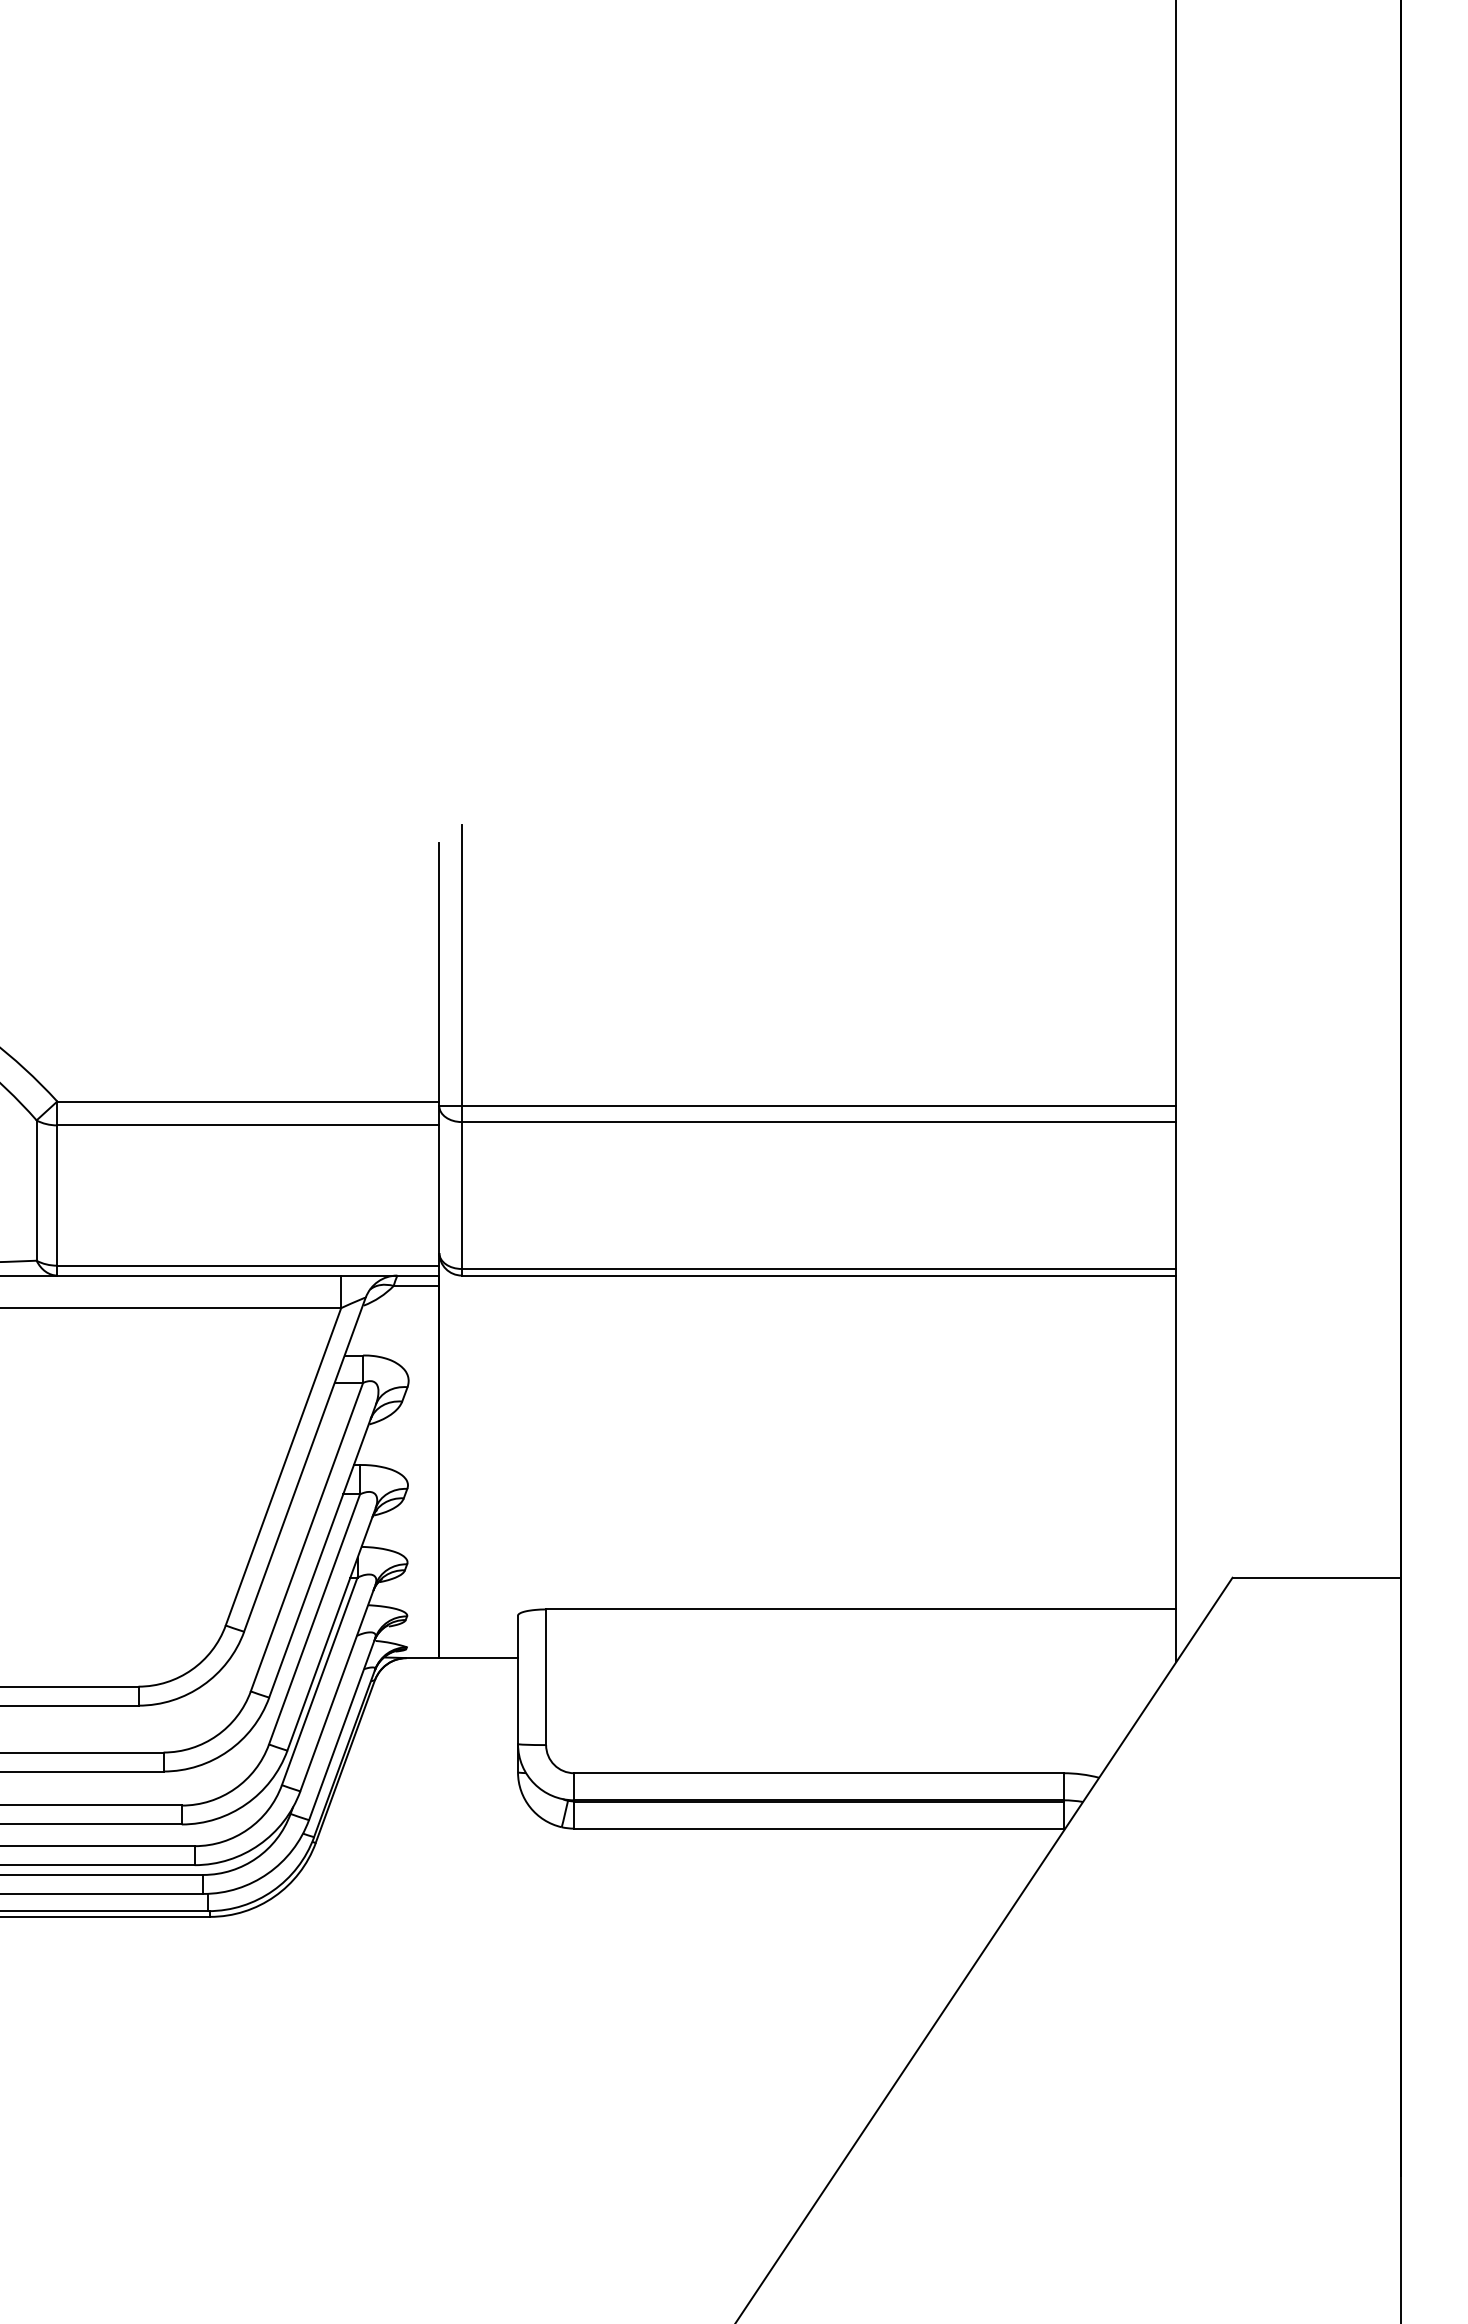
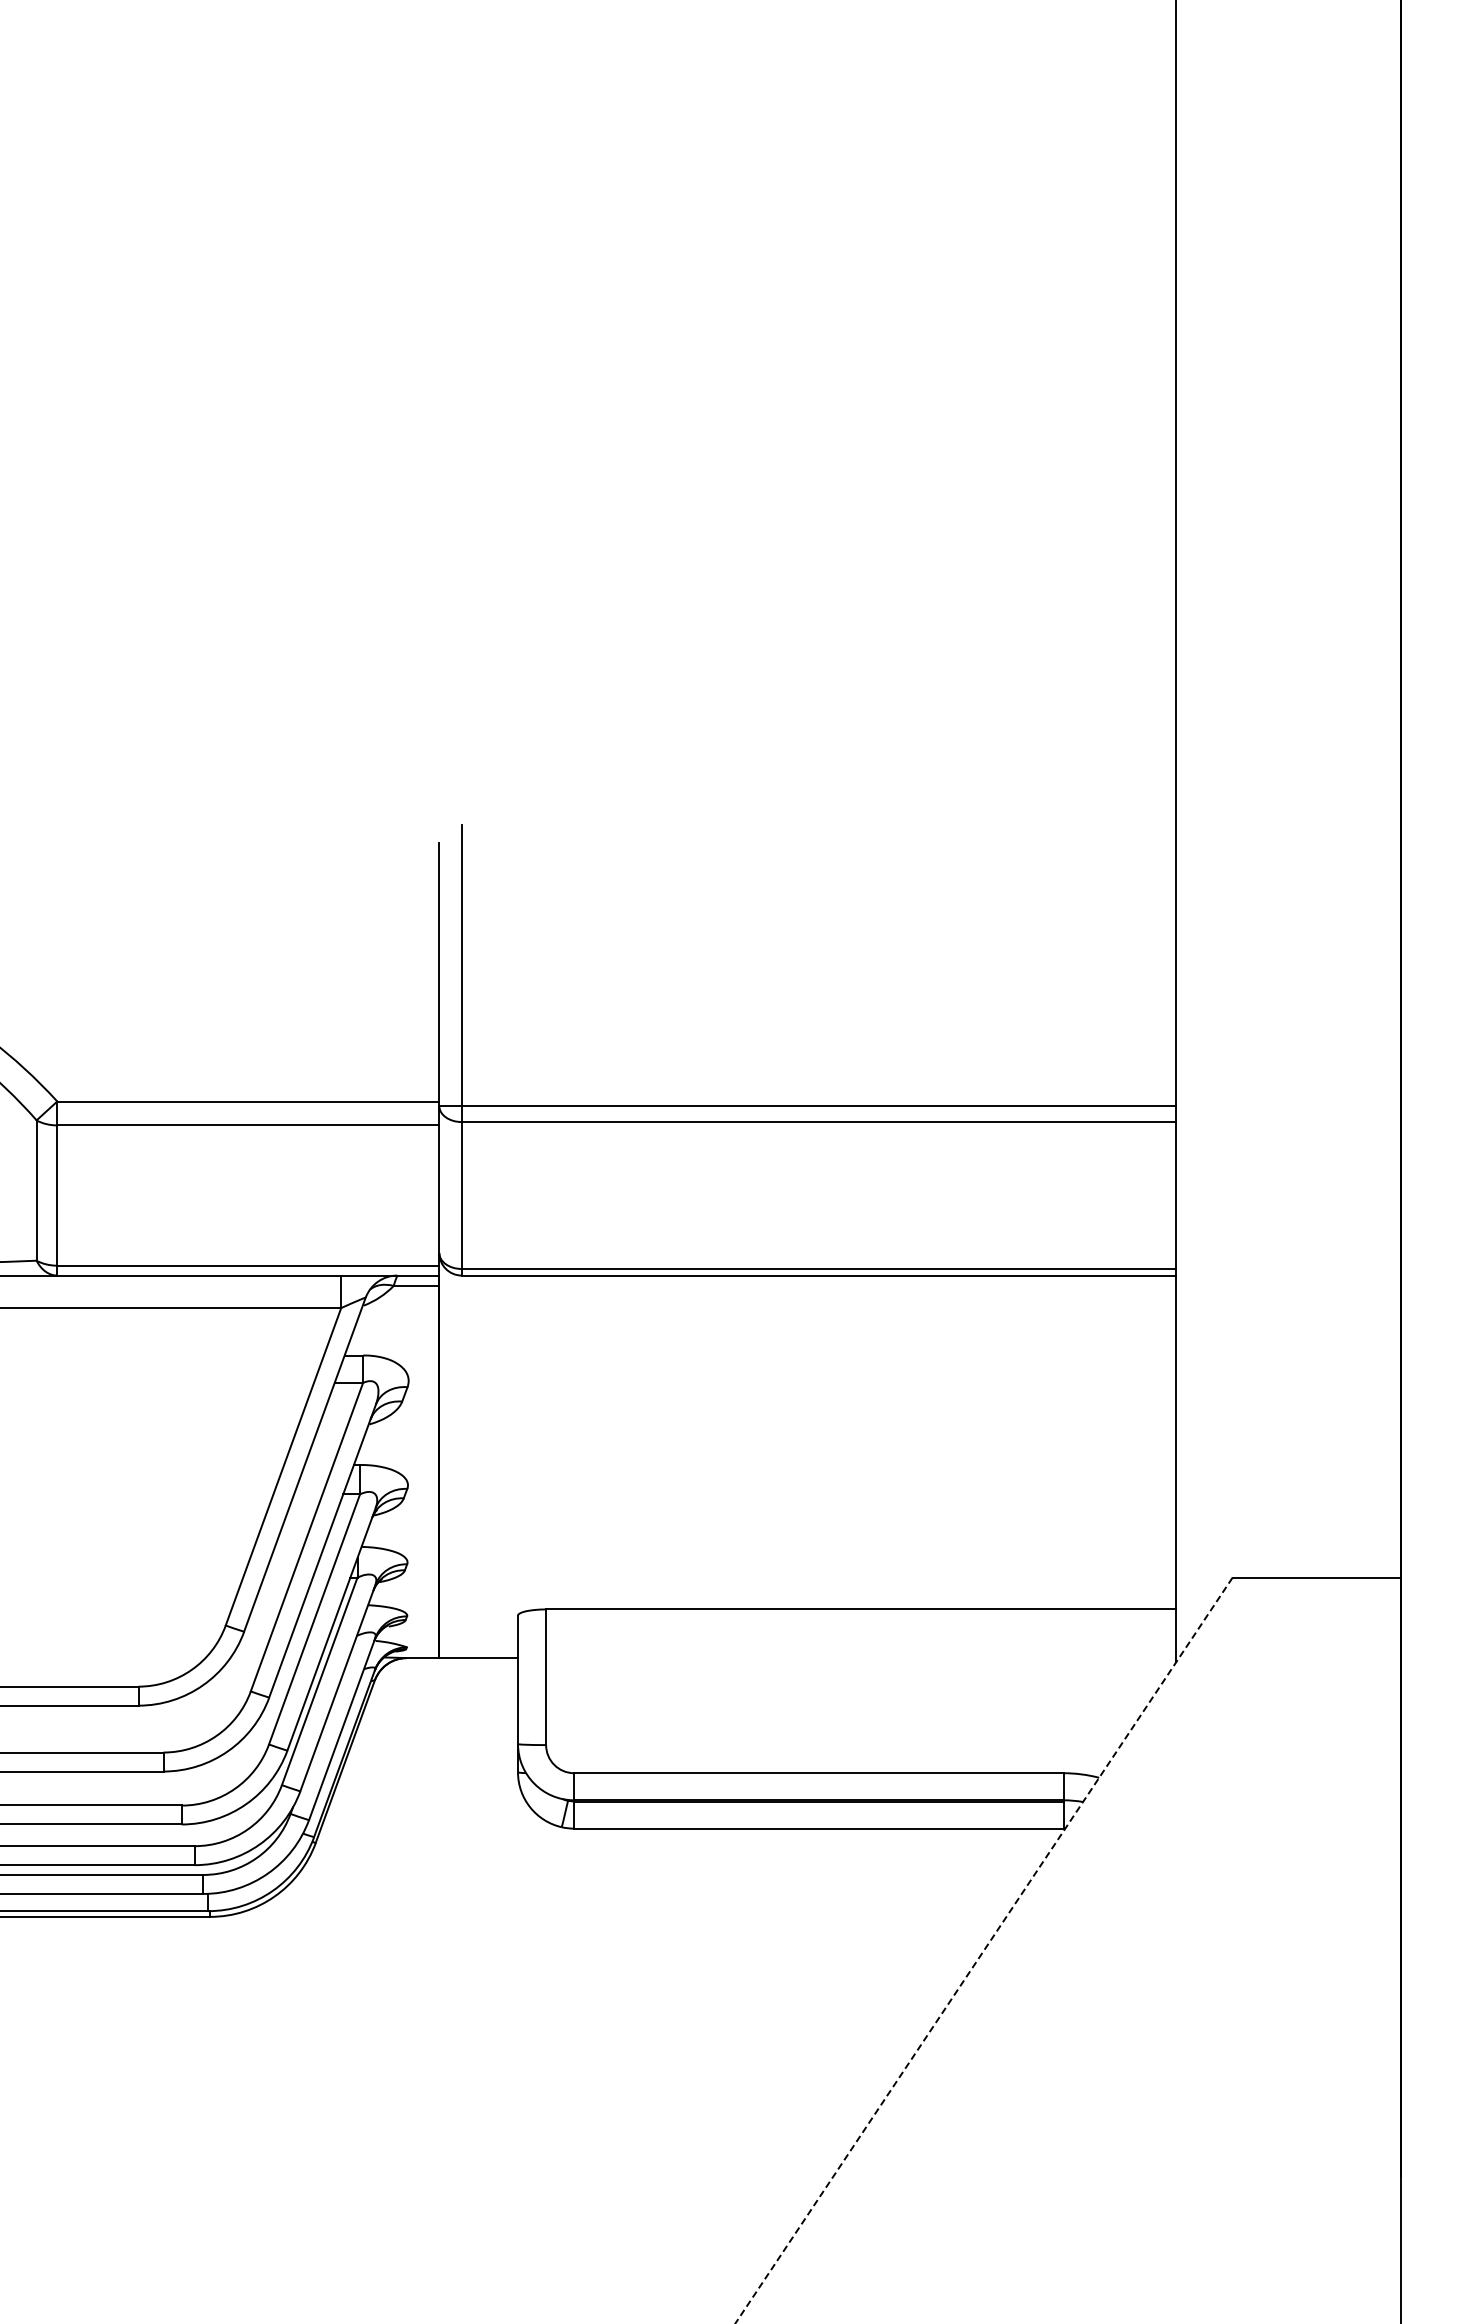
line at (984, 1950): solid -> dashed
